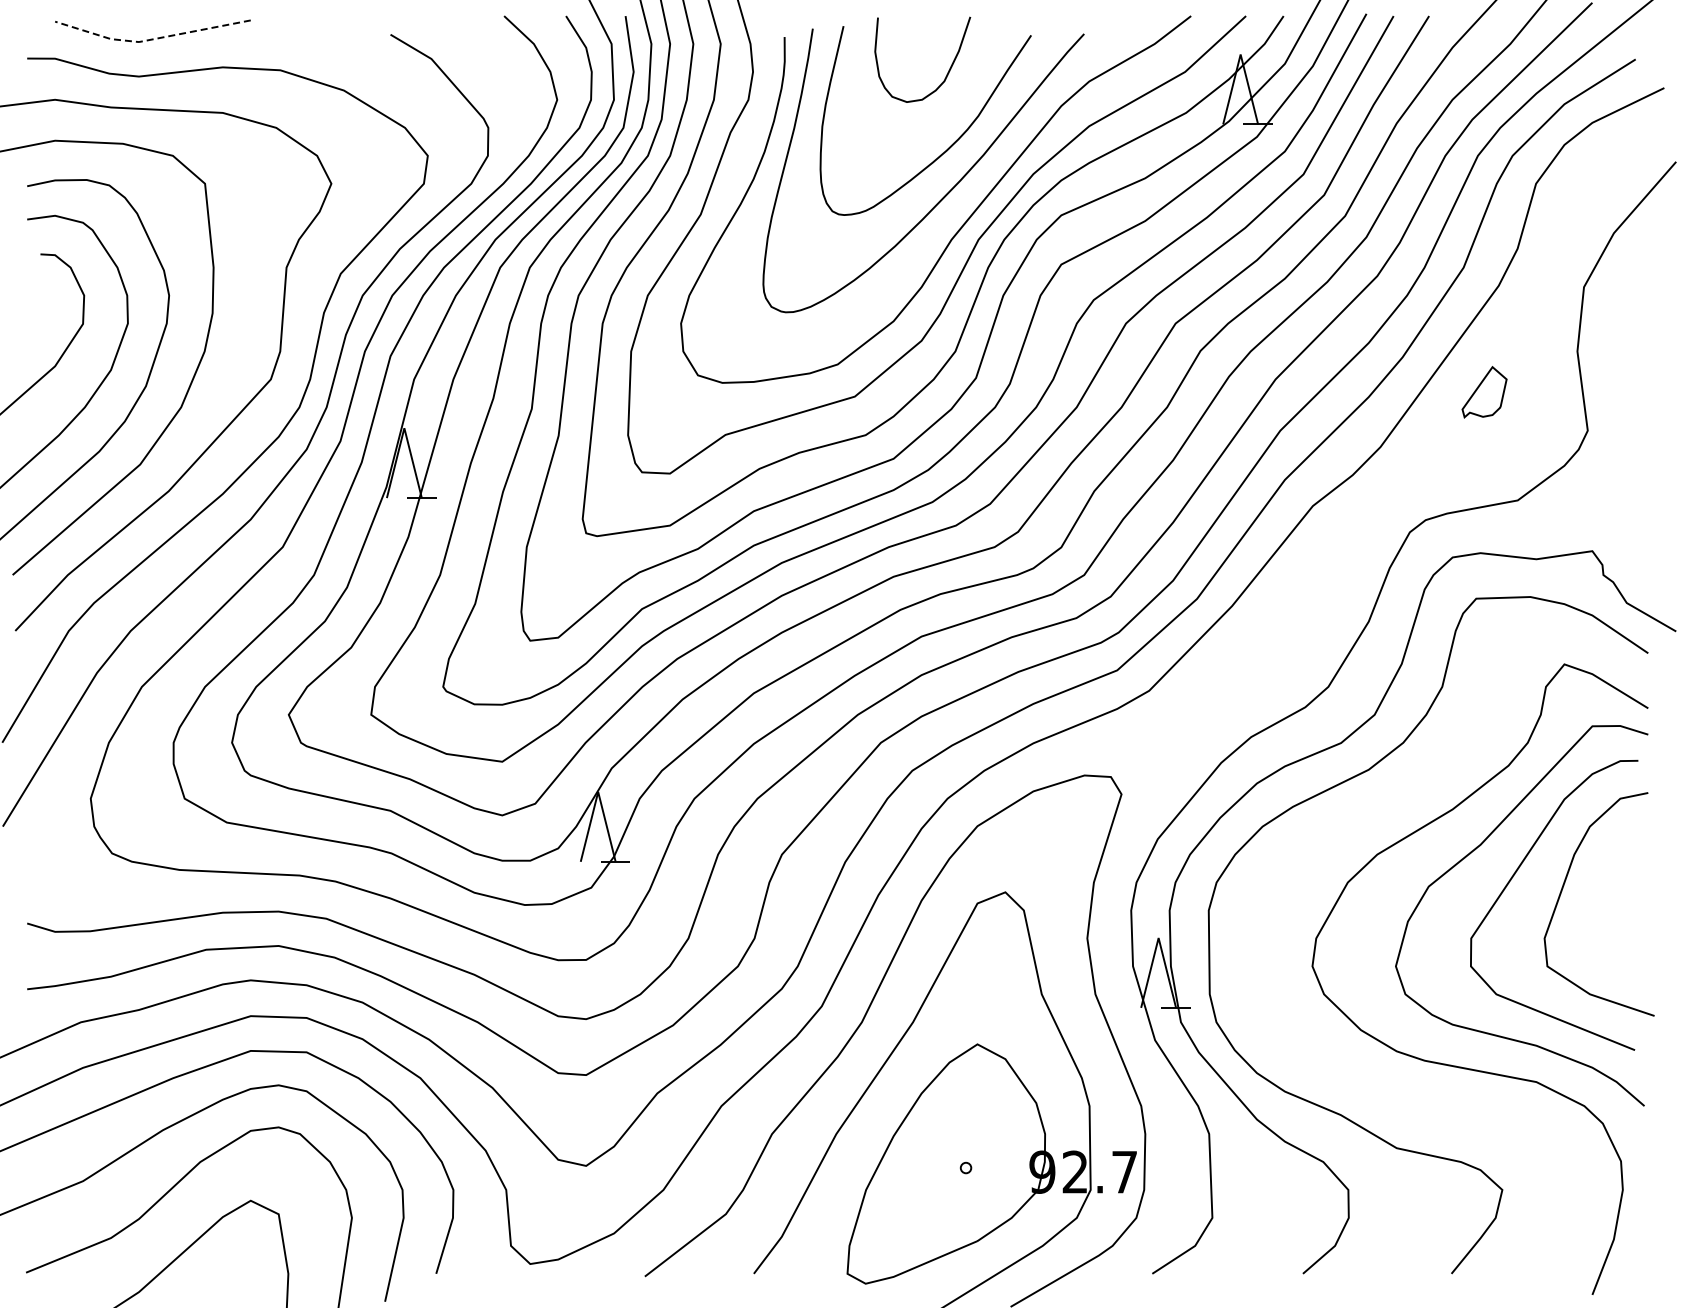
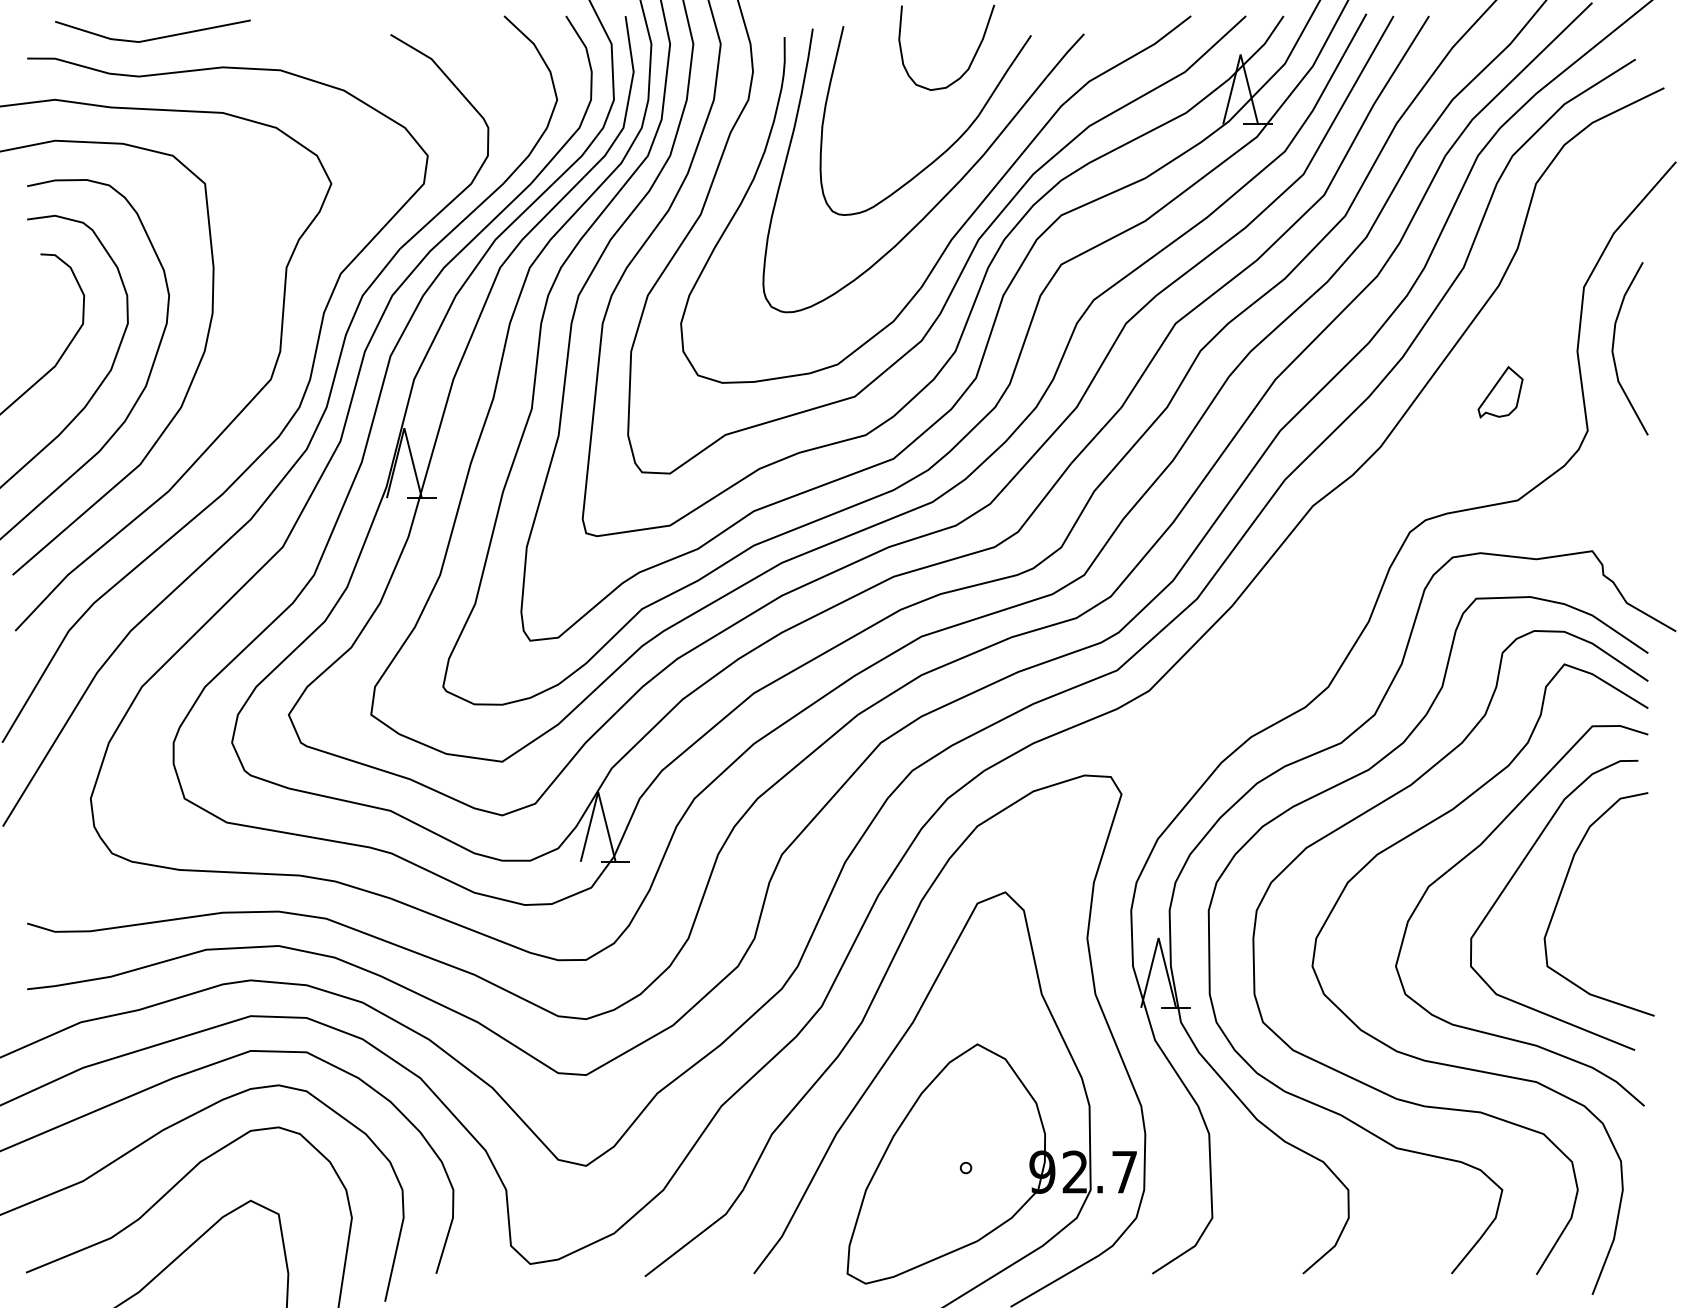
line at (150, 39): dashed -> solid
curve at (947, 72) position: (947, 72) -> (971, 60)
curve at (1614, 343): none -> present
part at (1484, 392) position: (1484, 392) -> (1500, 392)
curve at (1407, 1100): none -> present
